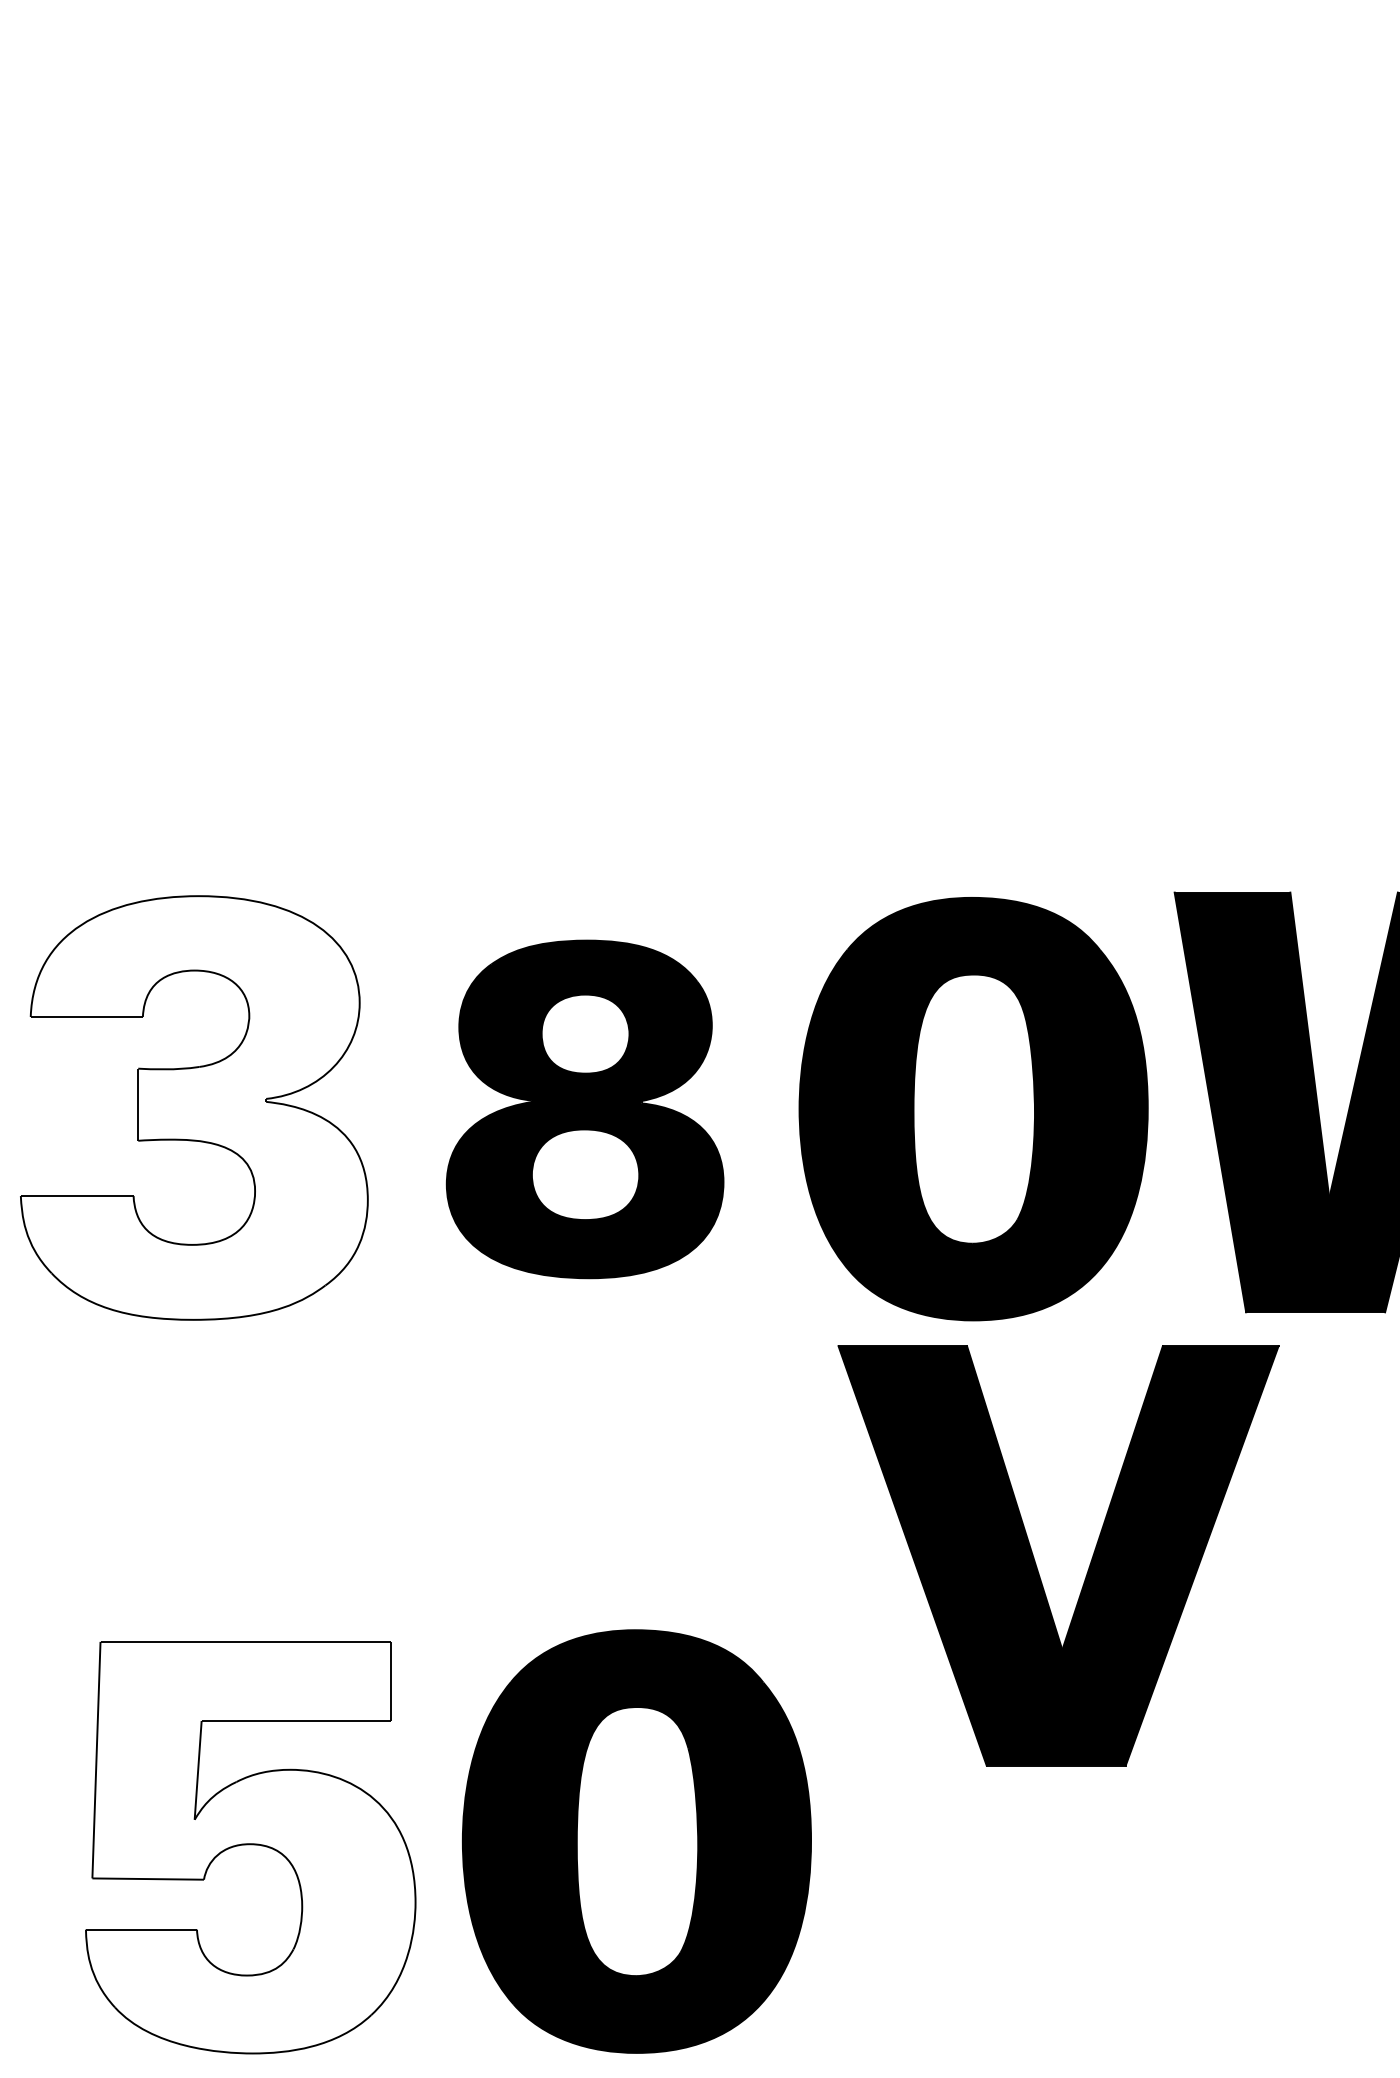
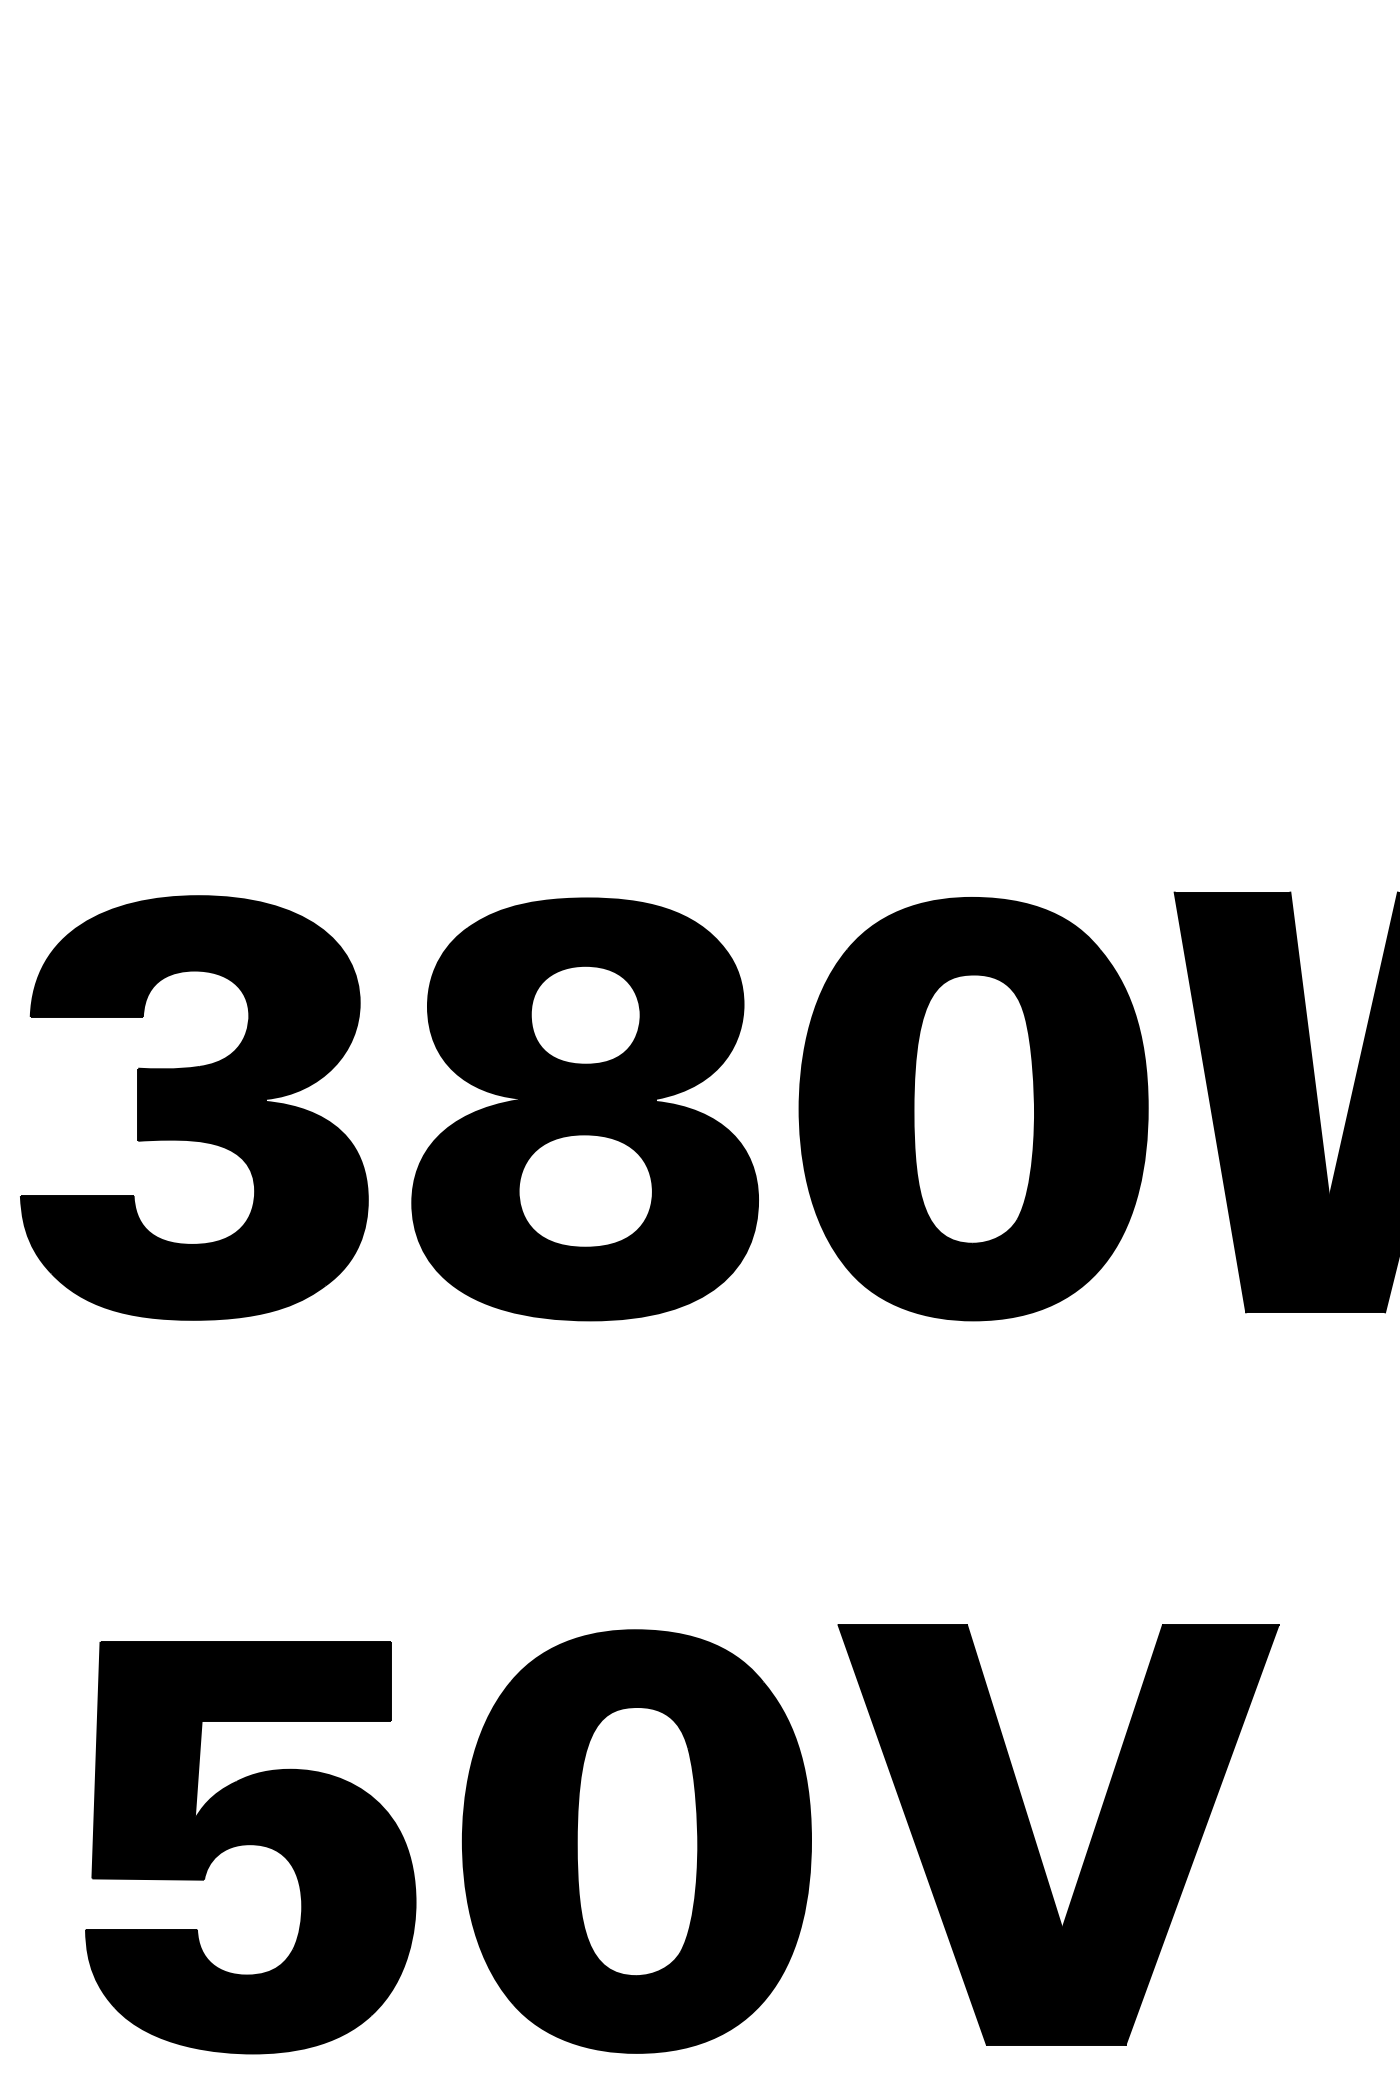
fill at (193, 1107): none -> present
part at (584, 1109) size: 280x341 px -> 348x425 px
part at (1036, 1563) position: (1036, 1563) -> (1036, 1842)
fill at (250, 1847): none -> present
